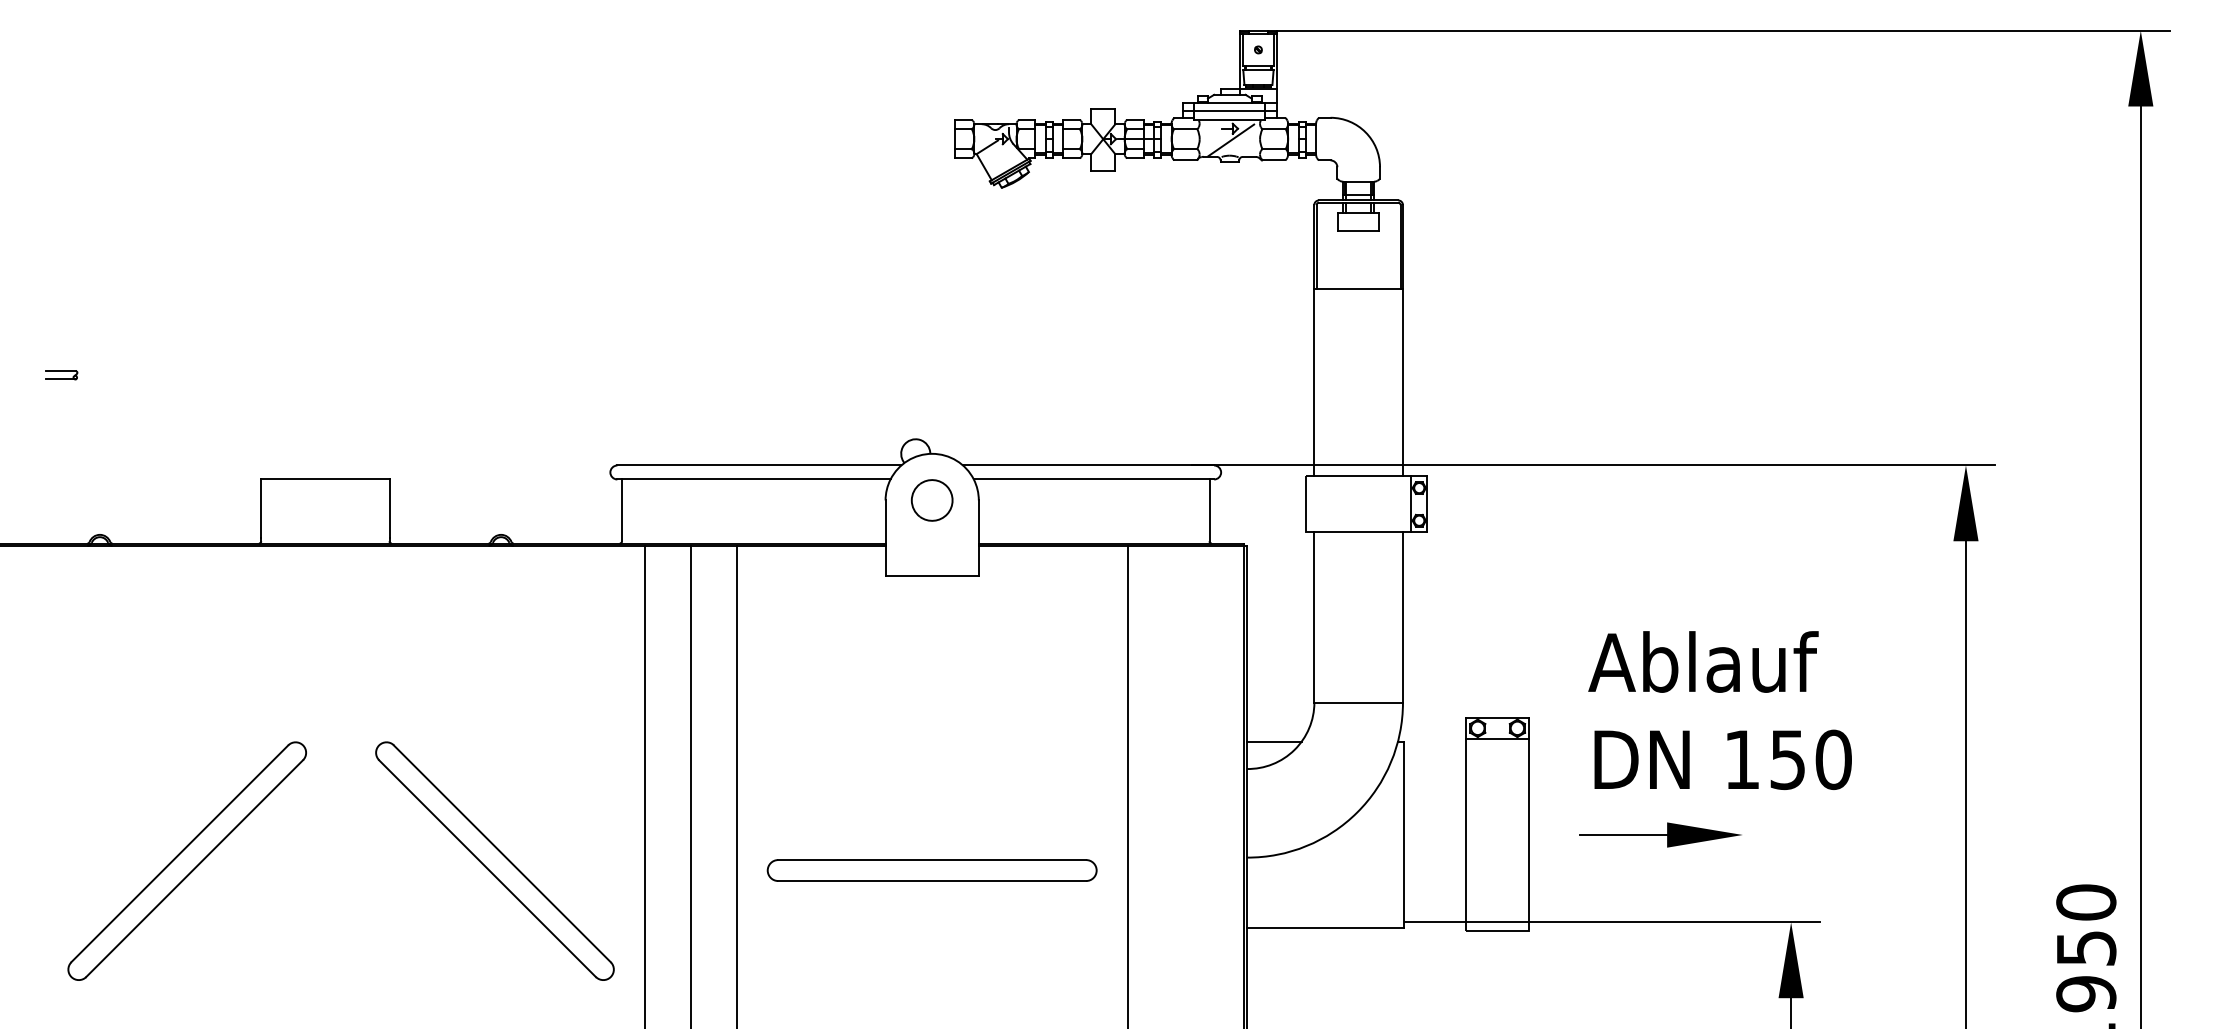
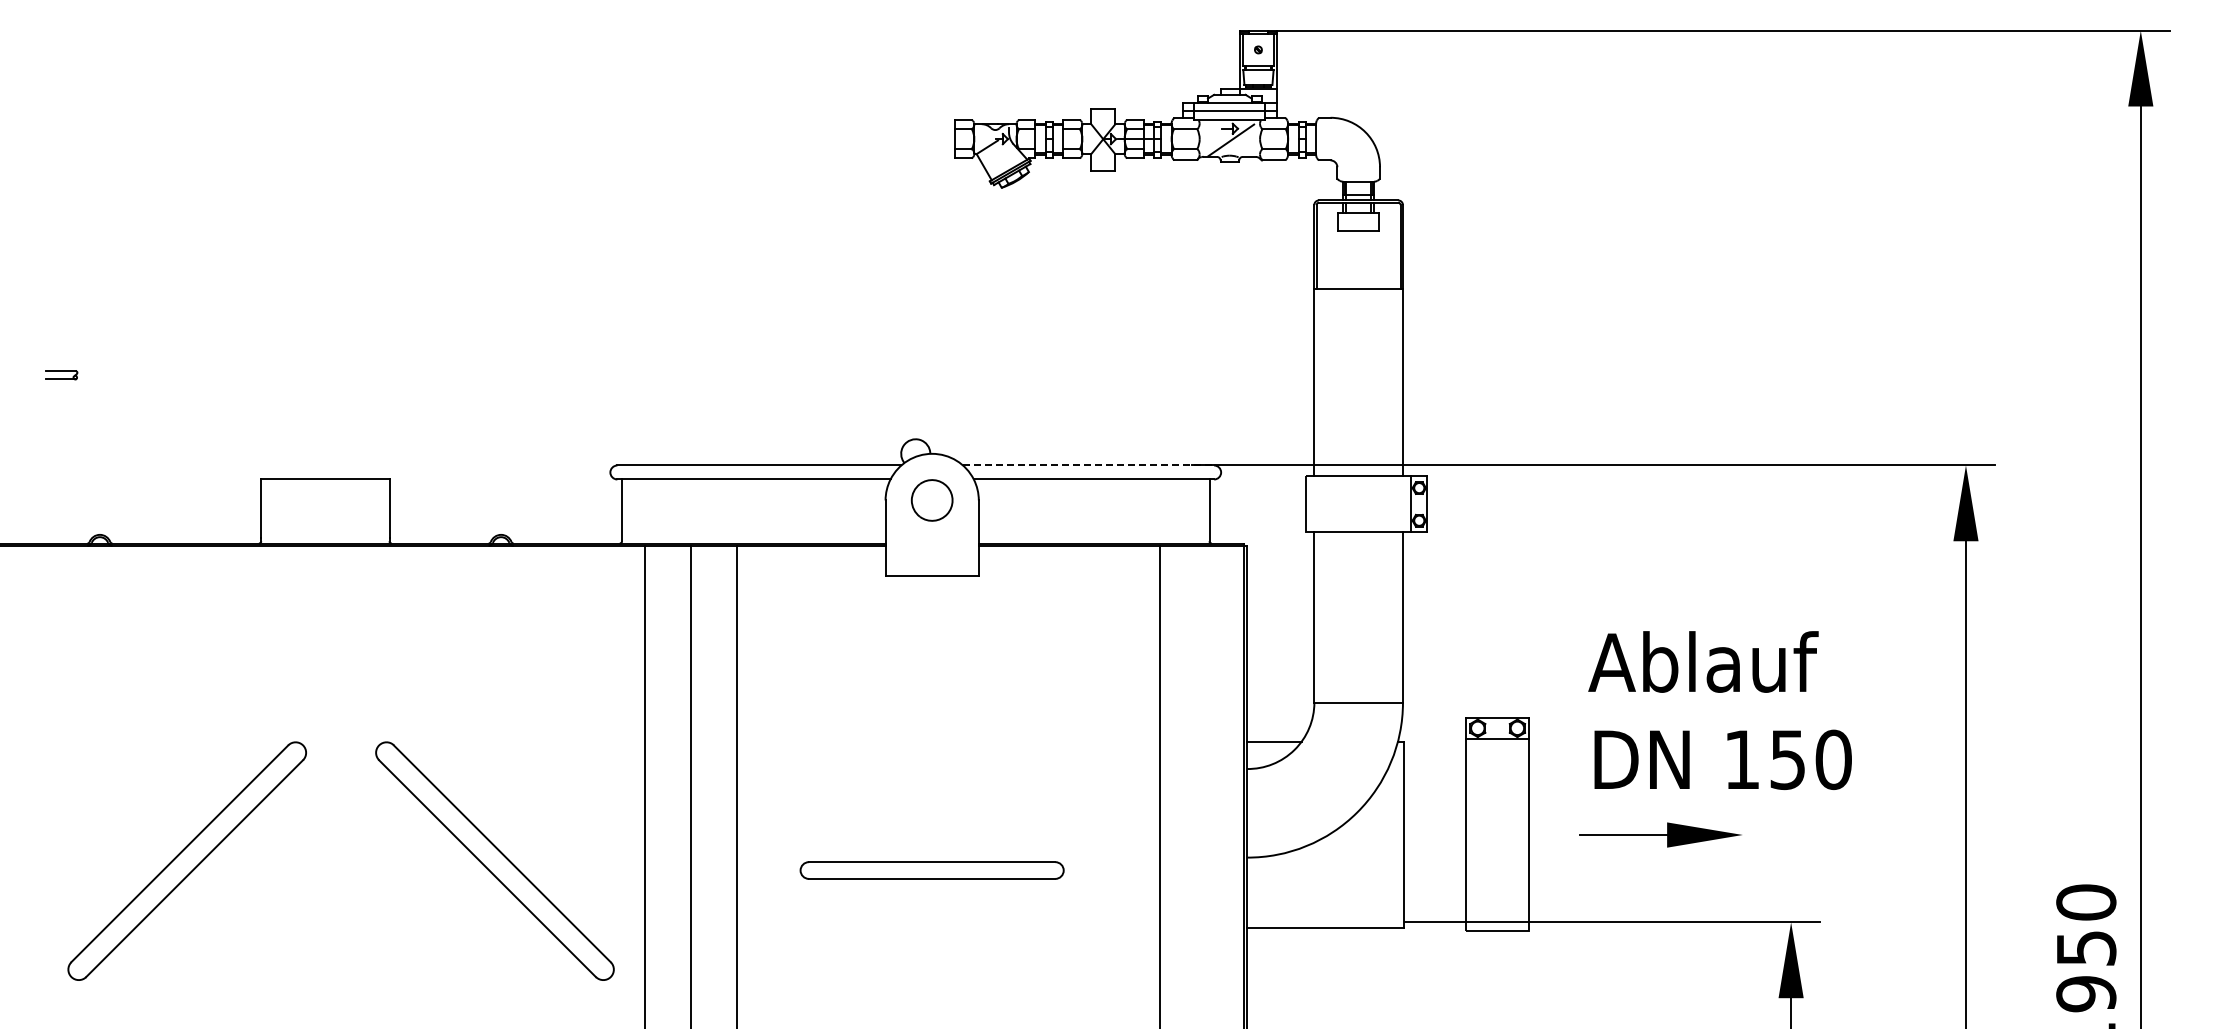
line at (1088, 465): solid -> dashed
line at (1127, 785) position: (1127, 785) -> (1159, 785)
part at (931, 870) size: 332x23 px -> 266x19 px
